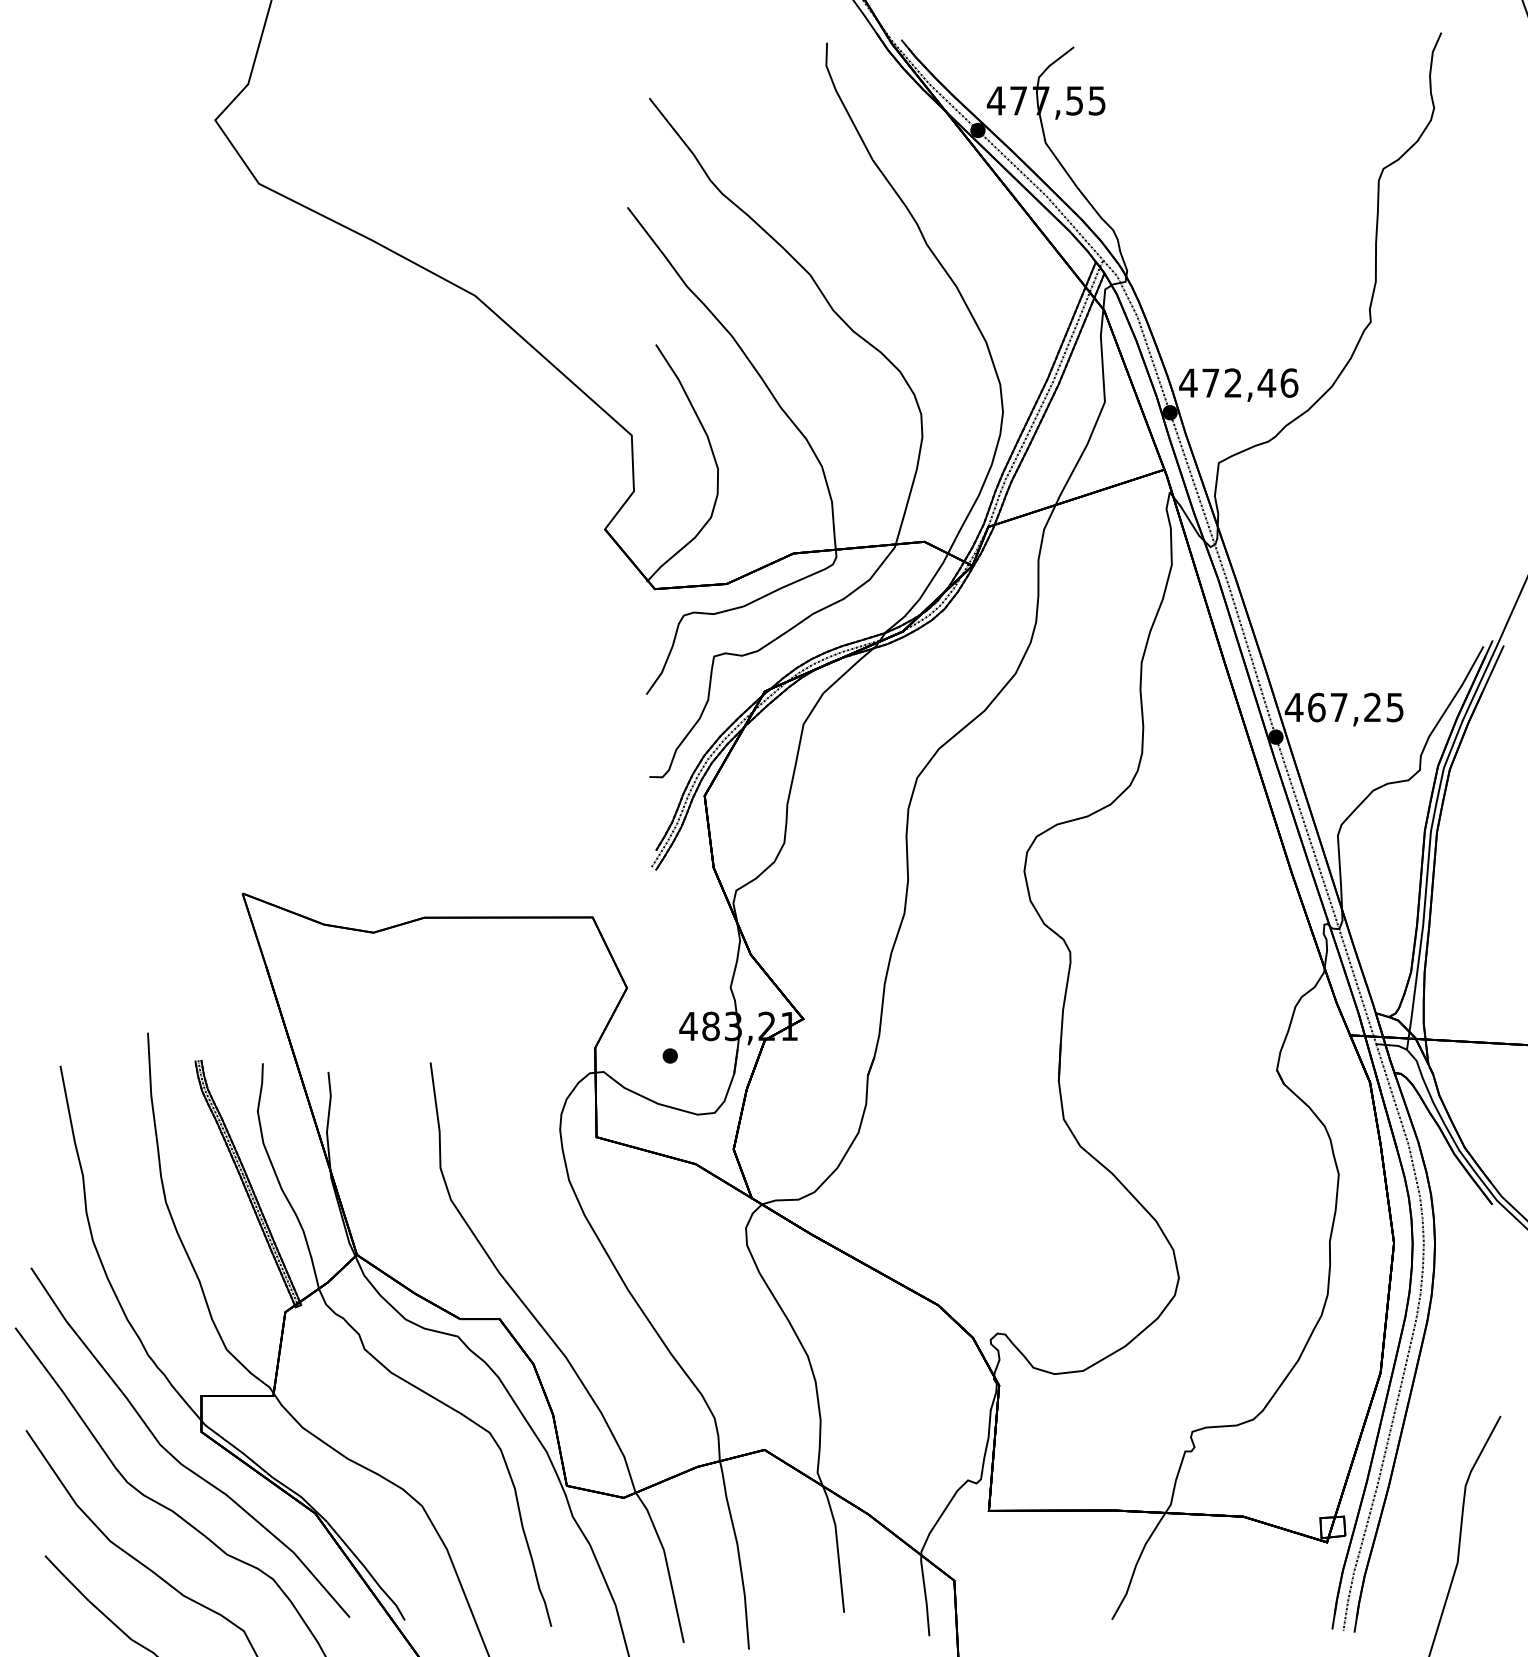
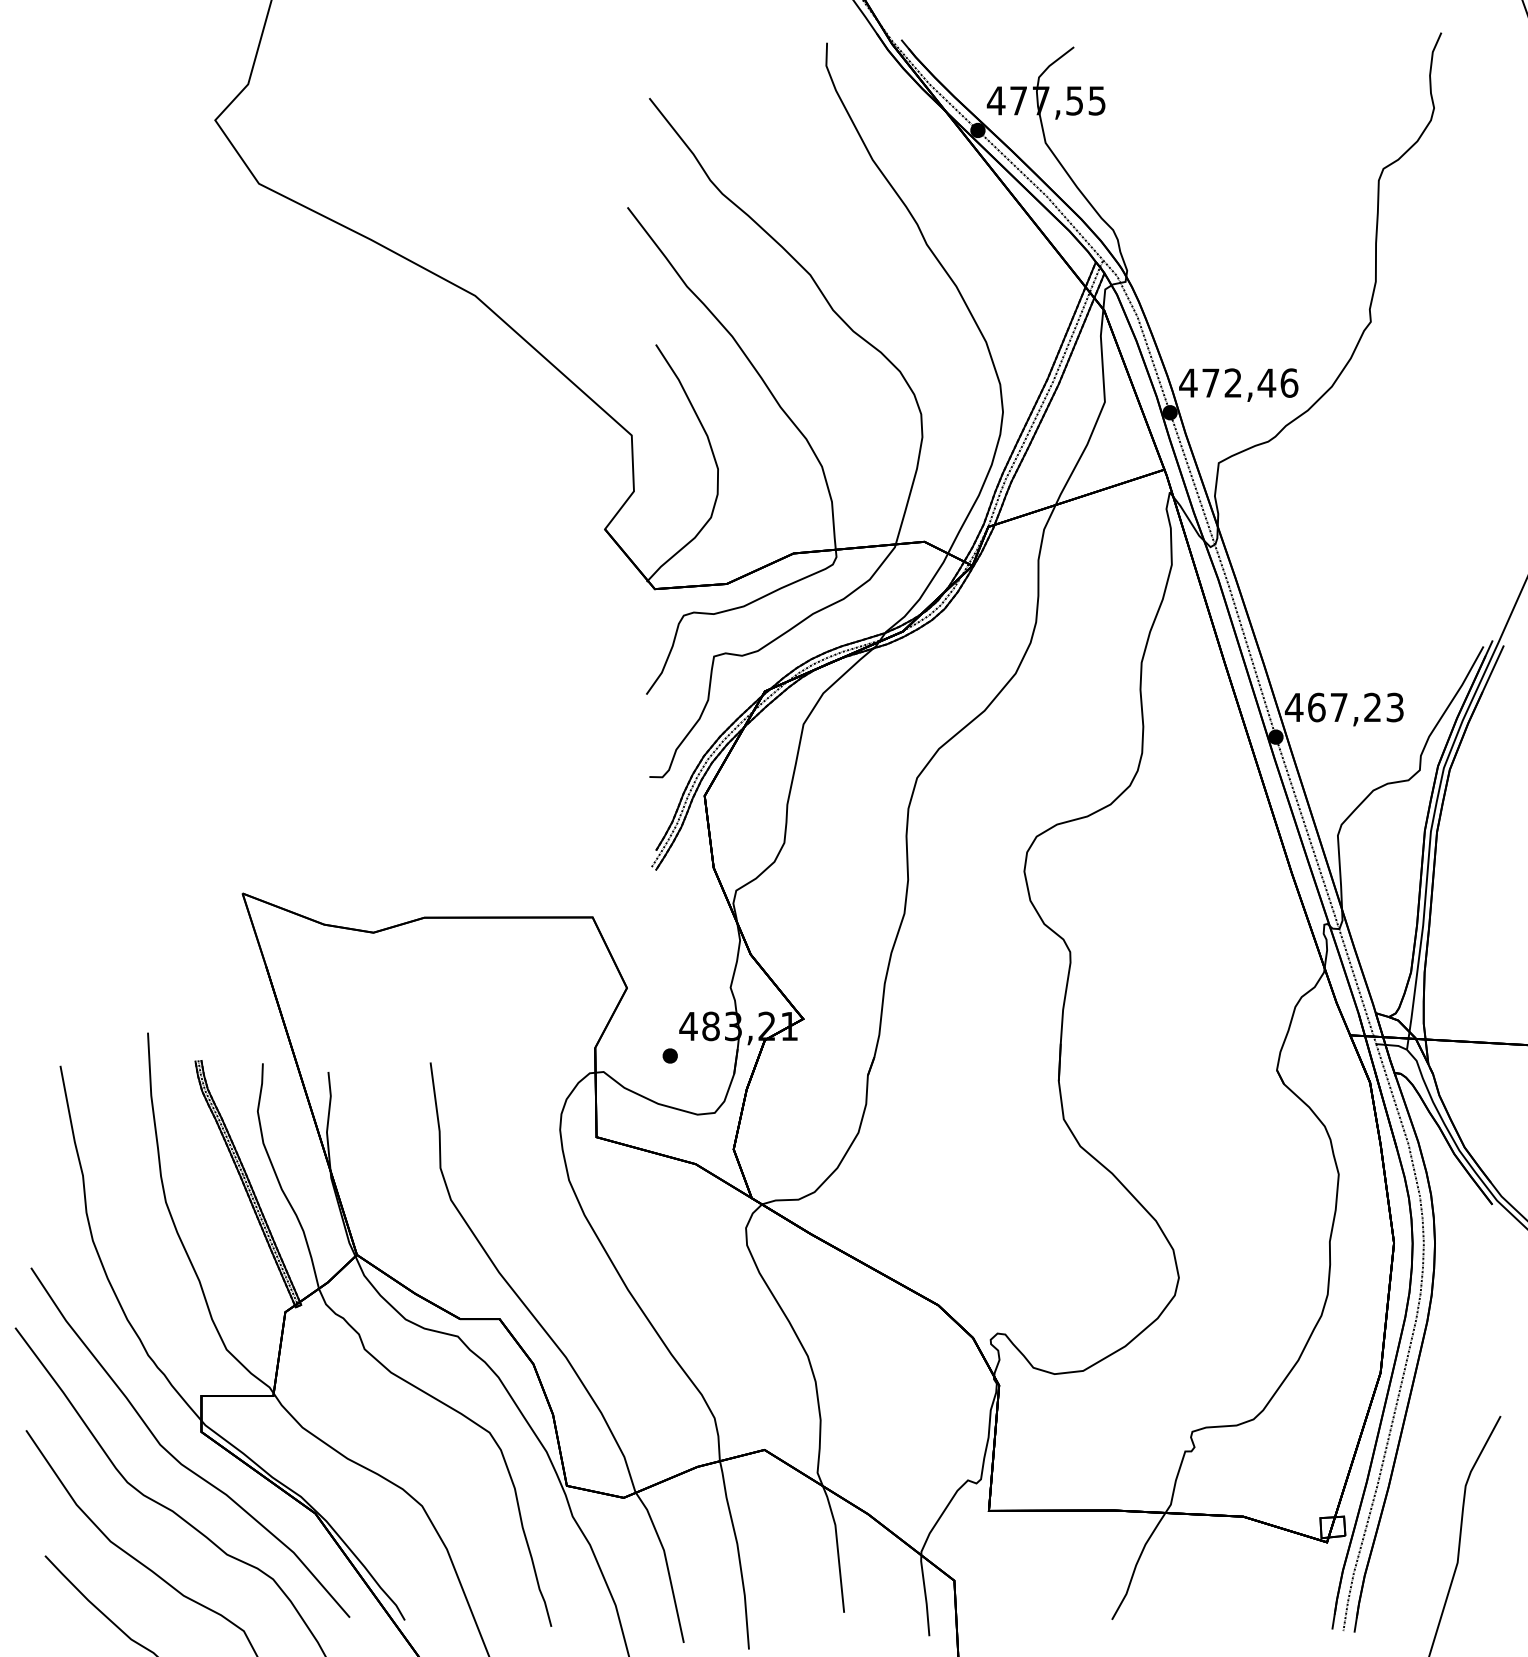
text at (1395, 706): 467,25 -> 467,23
